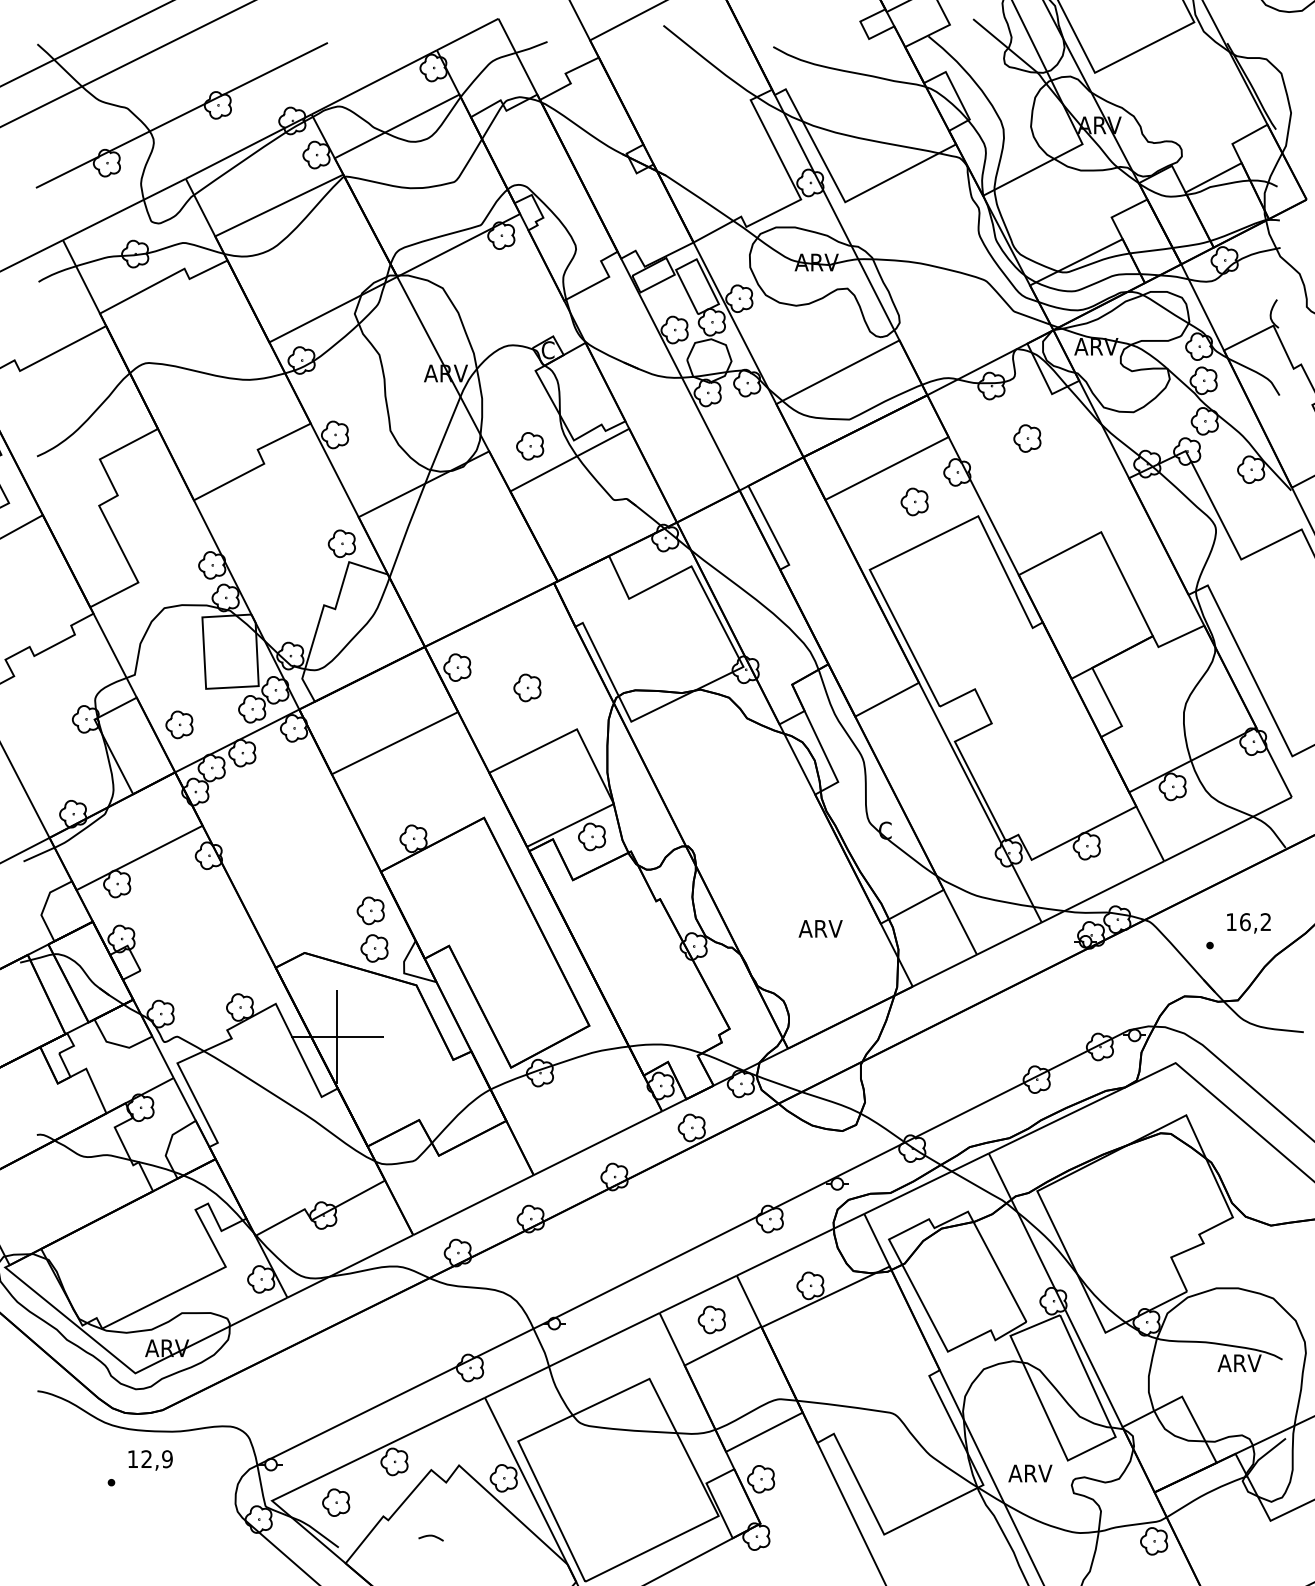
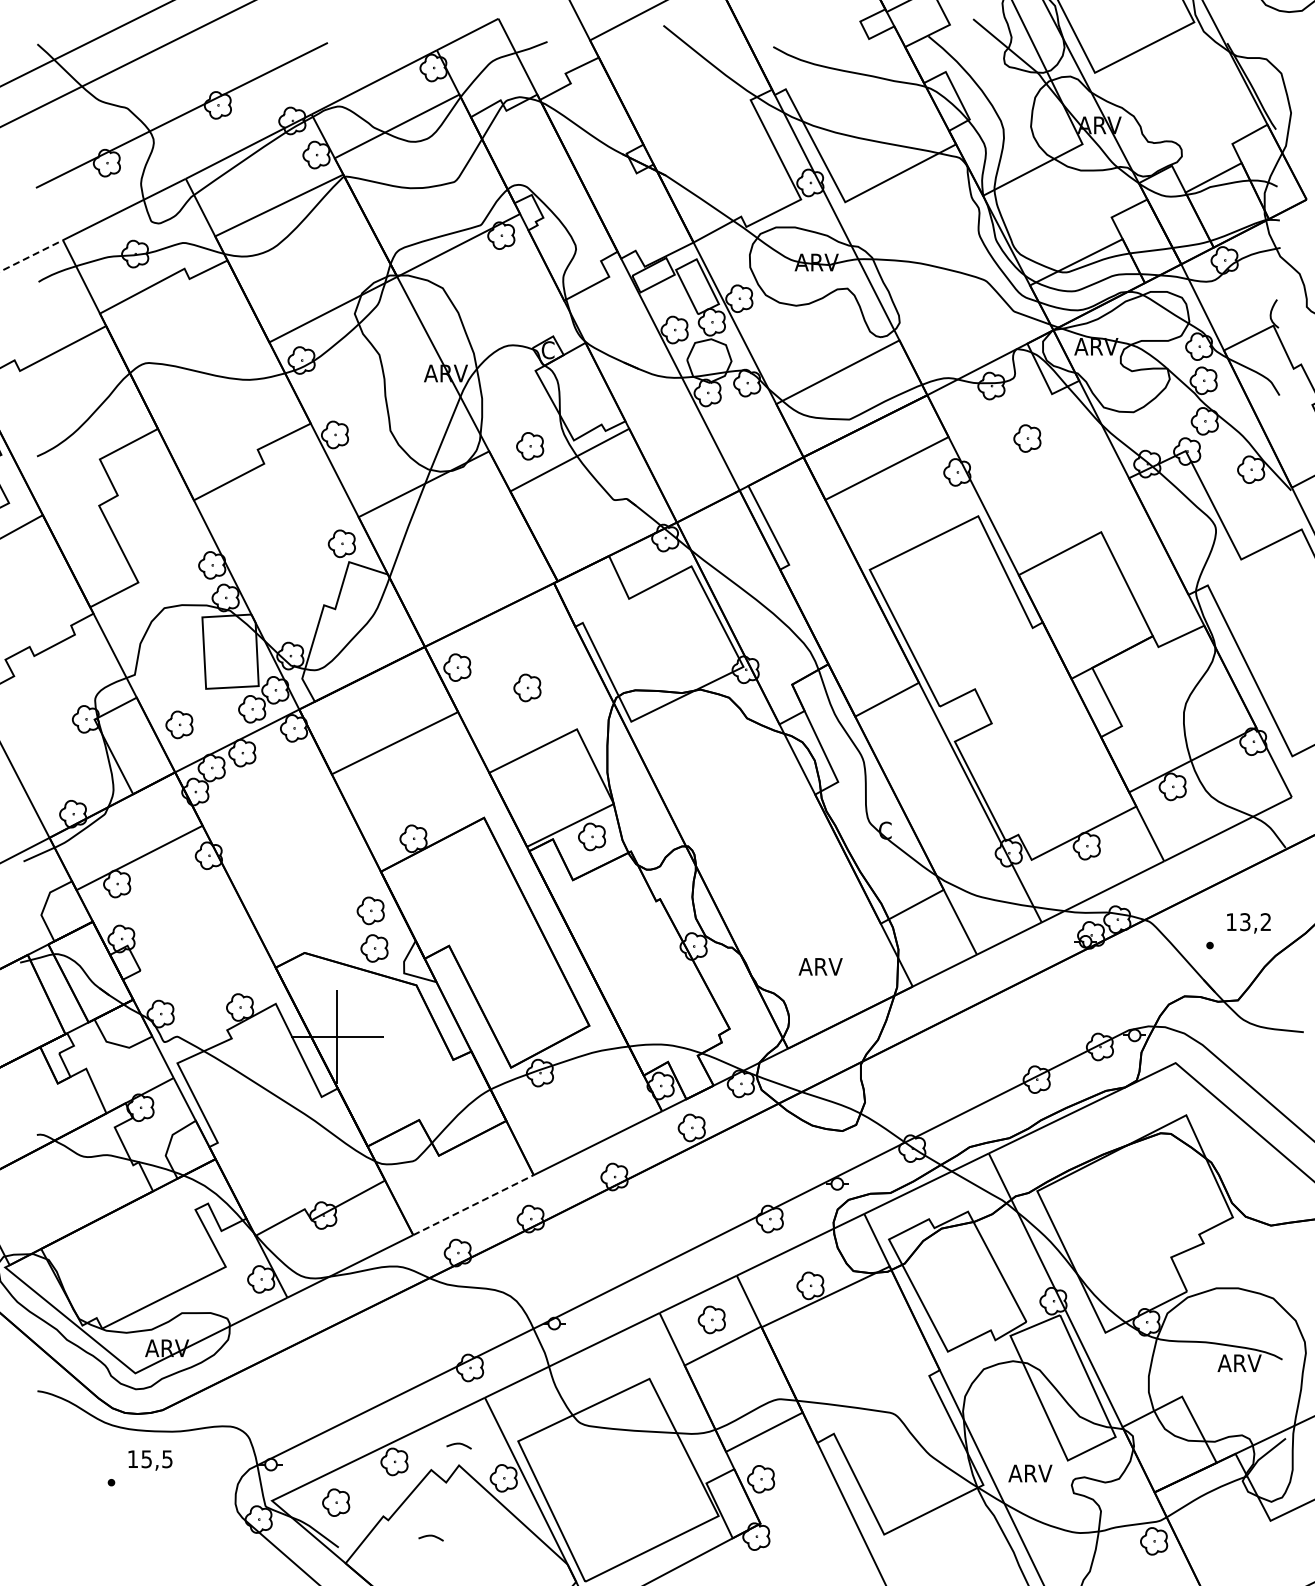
line at (31, 255): solid -> dashed
part at (914, 501): present -> none
text at (1245, 922): 16,2 -> 13,2
text at (820, 928) position: (820, 928) -> (820, 966)
line at (473, 1204): solid -> dashed
curve at (458, 1444): none -> present
text at (156, 1459): 12,9 -> 15,5
